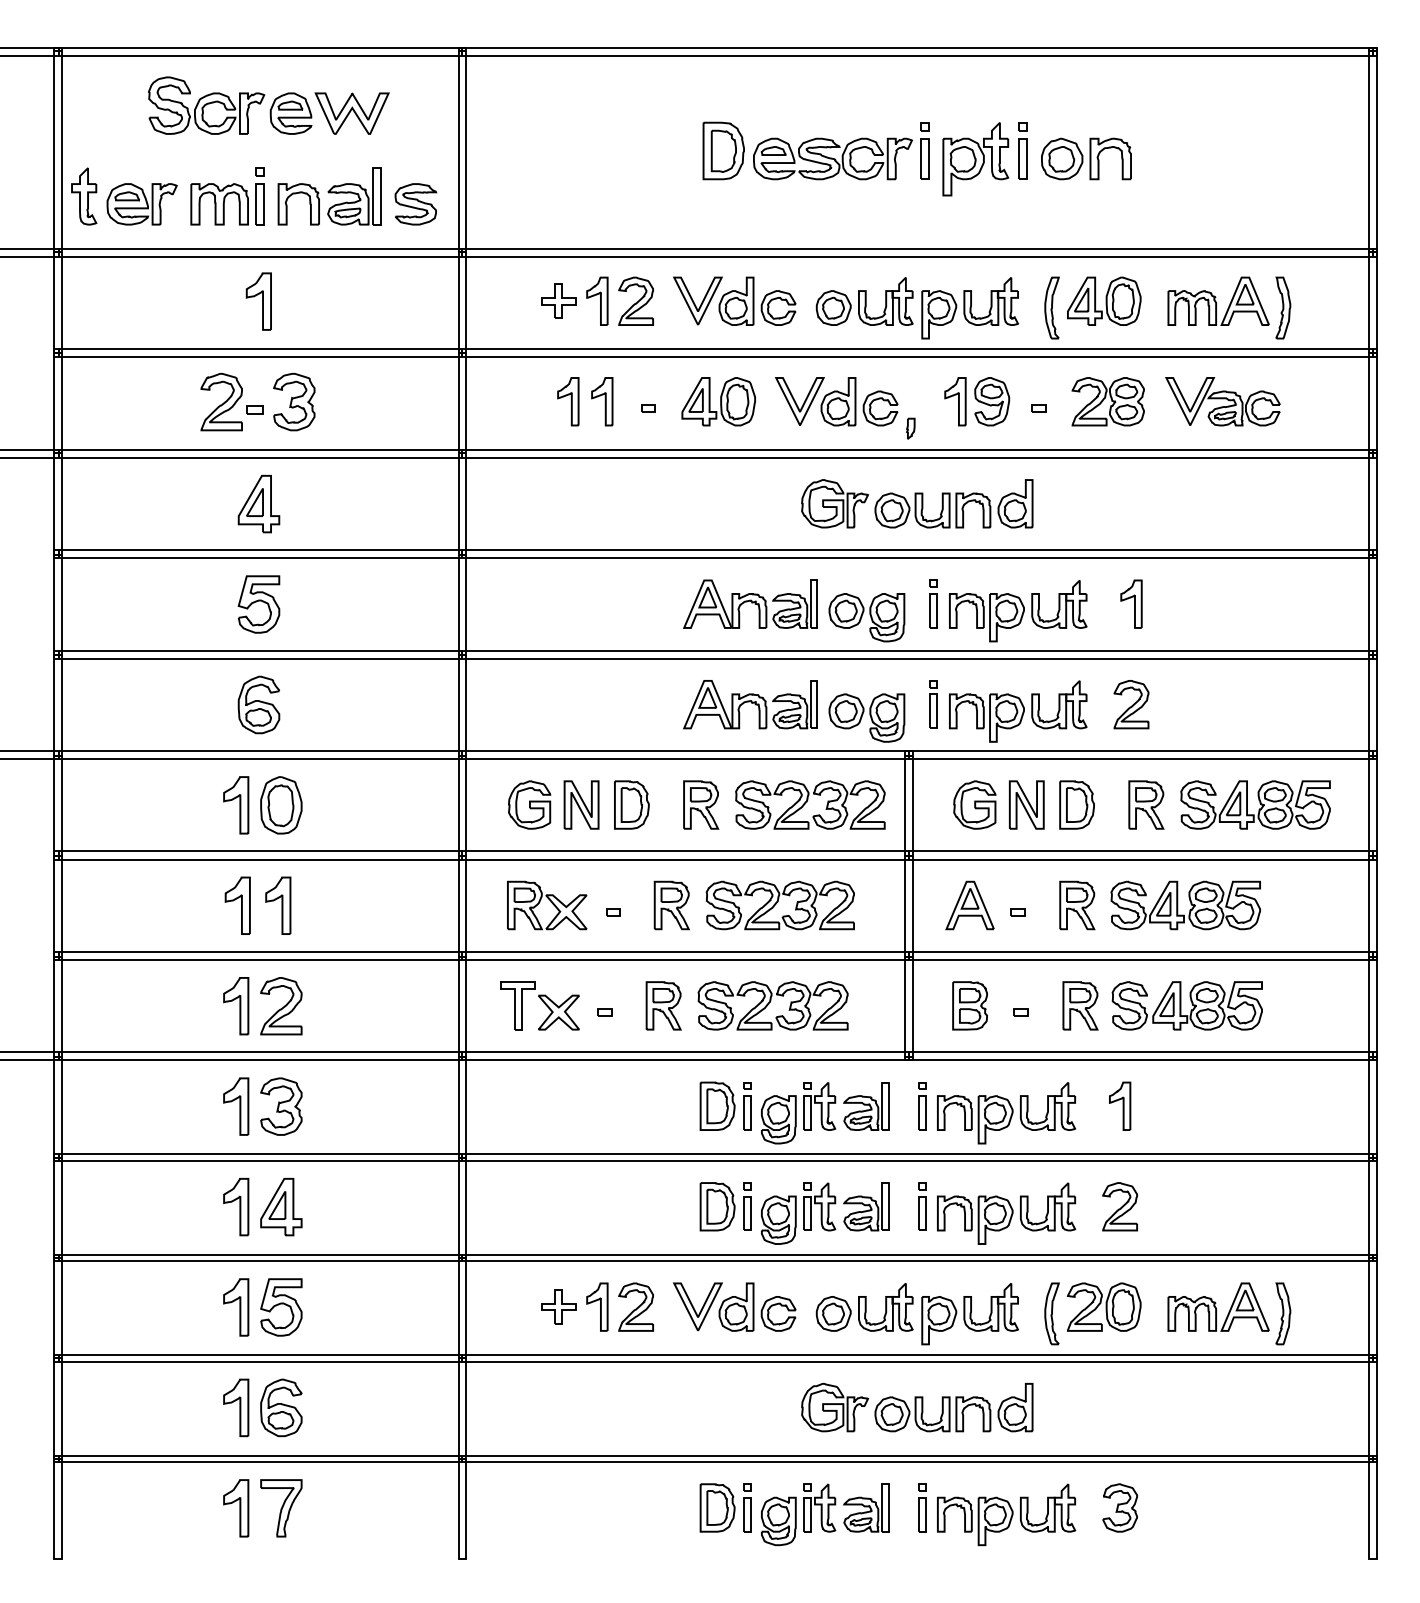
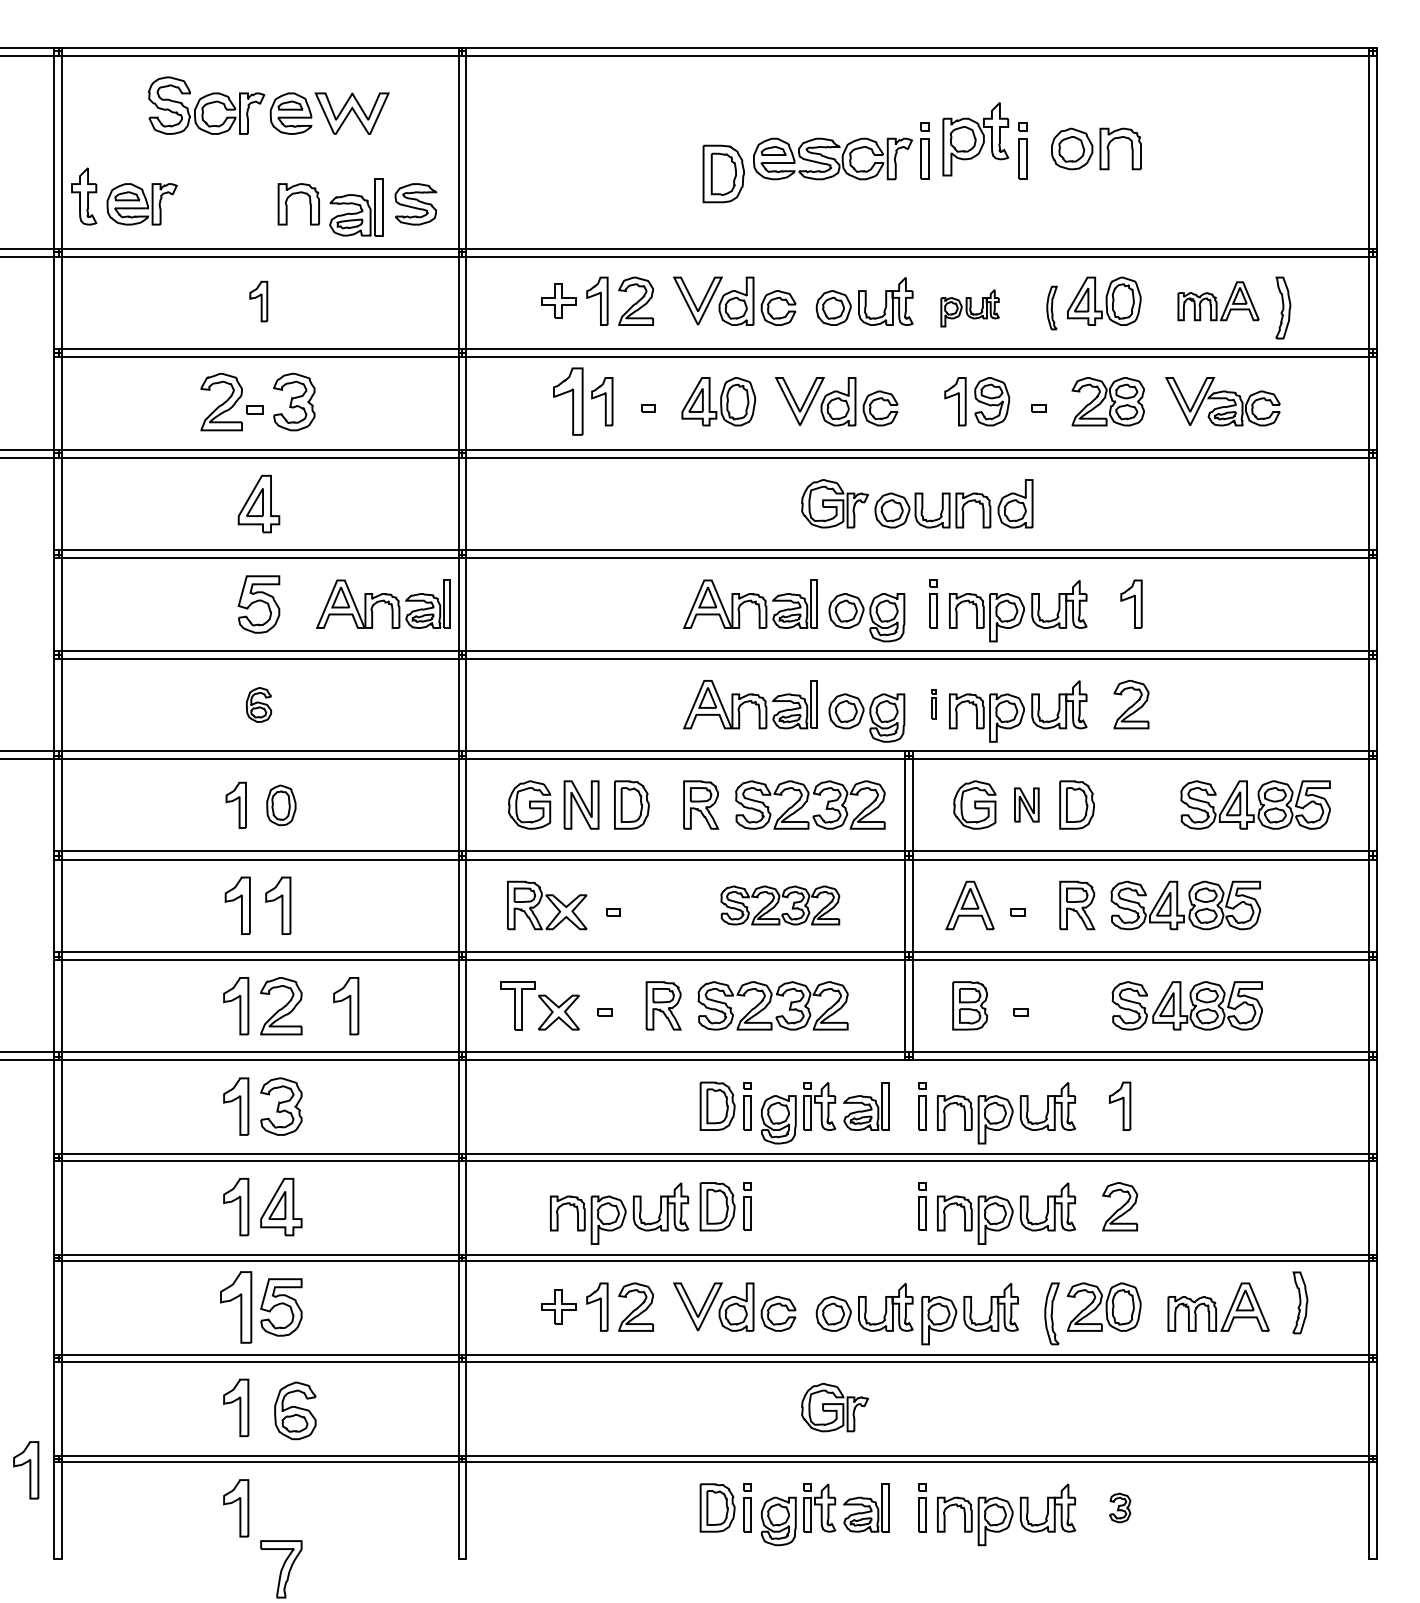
part at (723, 150) position: (723, 150) -> (723, 173)
part at (1086, 158) position: (1086, 158) -> (1096, 148)
part at (975, 159) position: (975, 159) -> (975, 139)
part at (227, 196): present -> none
part at (354, 196) position: (354, 196) -> (356, 207)
part at (1218, 300) size: 103x50 px -> 83x41 px
part at (258, 301) size: 27x59 px -> 20x43 px
part at (1051, 307) size: 16x64 px -> 12x46 px
part at (969, 308) size: 98x63 px -> 60x39 px
part at (568, 401) size: 23x50 px -> 31x69 px
part at (910, 428): present -> none
part at (383, 603): none -> present
part at (258, 704) size: 44x60 px -> 27x36 px
part at (933, 704) size: 9x49 px -> 6x31 px
part at (1026, 804) size: 36x50 px -> 26x36 px
part at (1146, 804): present -> none
part at (236, 805) size: 27x59 px -> 22x48 px
part at (281, 805) size: 43x59 px -> 31x43 px
part at (671, 905): present -> none
part at (779, 905) size: 150x51 px -> 121x41 px
part at (1080, 1005): present -> none
part at (346, 1006): none -> present
part at (619, 1213): none -> present
part at (825, 1213): present -> none
part at (236, 1307) size: 27x59 px -> 33x73 px
part at (1283, 1313) position: (1283, 1313) -> (1300, 1302)
part at (281, 1407) position: (281, 1407) -> (295, 1410)
part at (953, 1407): present -> none
part at (26, 1470): none -> present
part at (1119, 1507) size: 36x50 px -> 23x32 px
part at (281, 1508) position: (281, 1508) -> (281, 1569)
